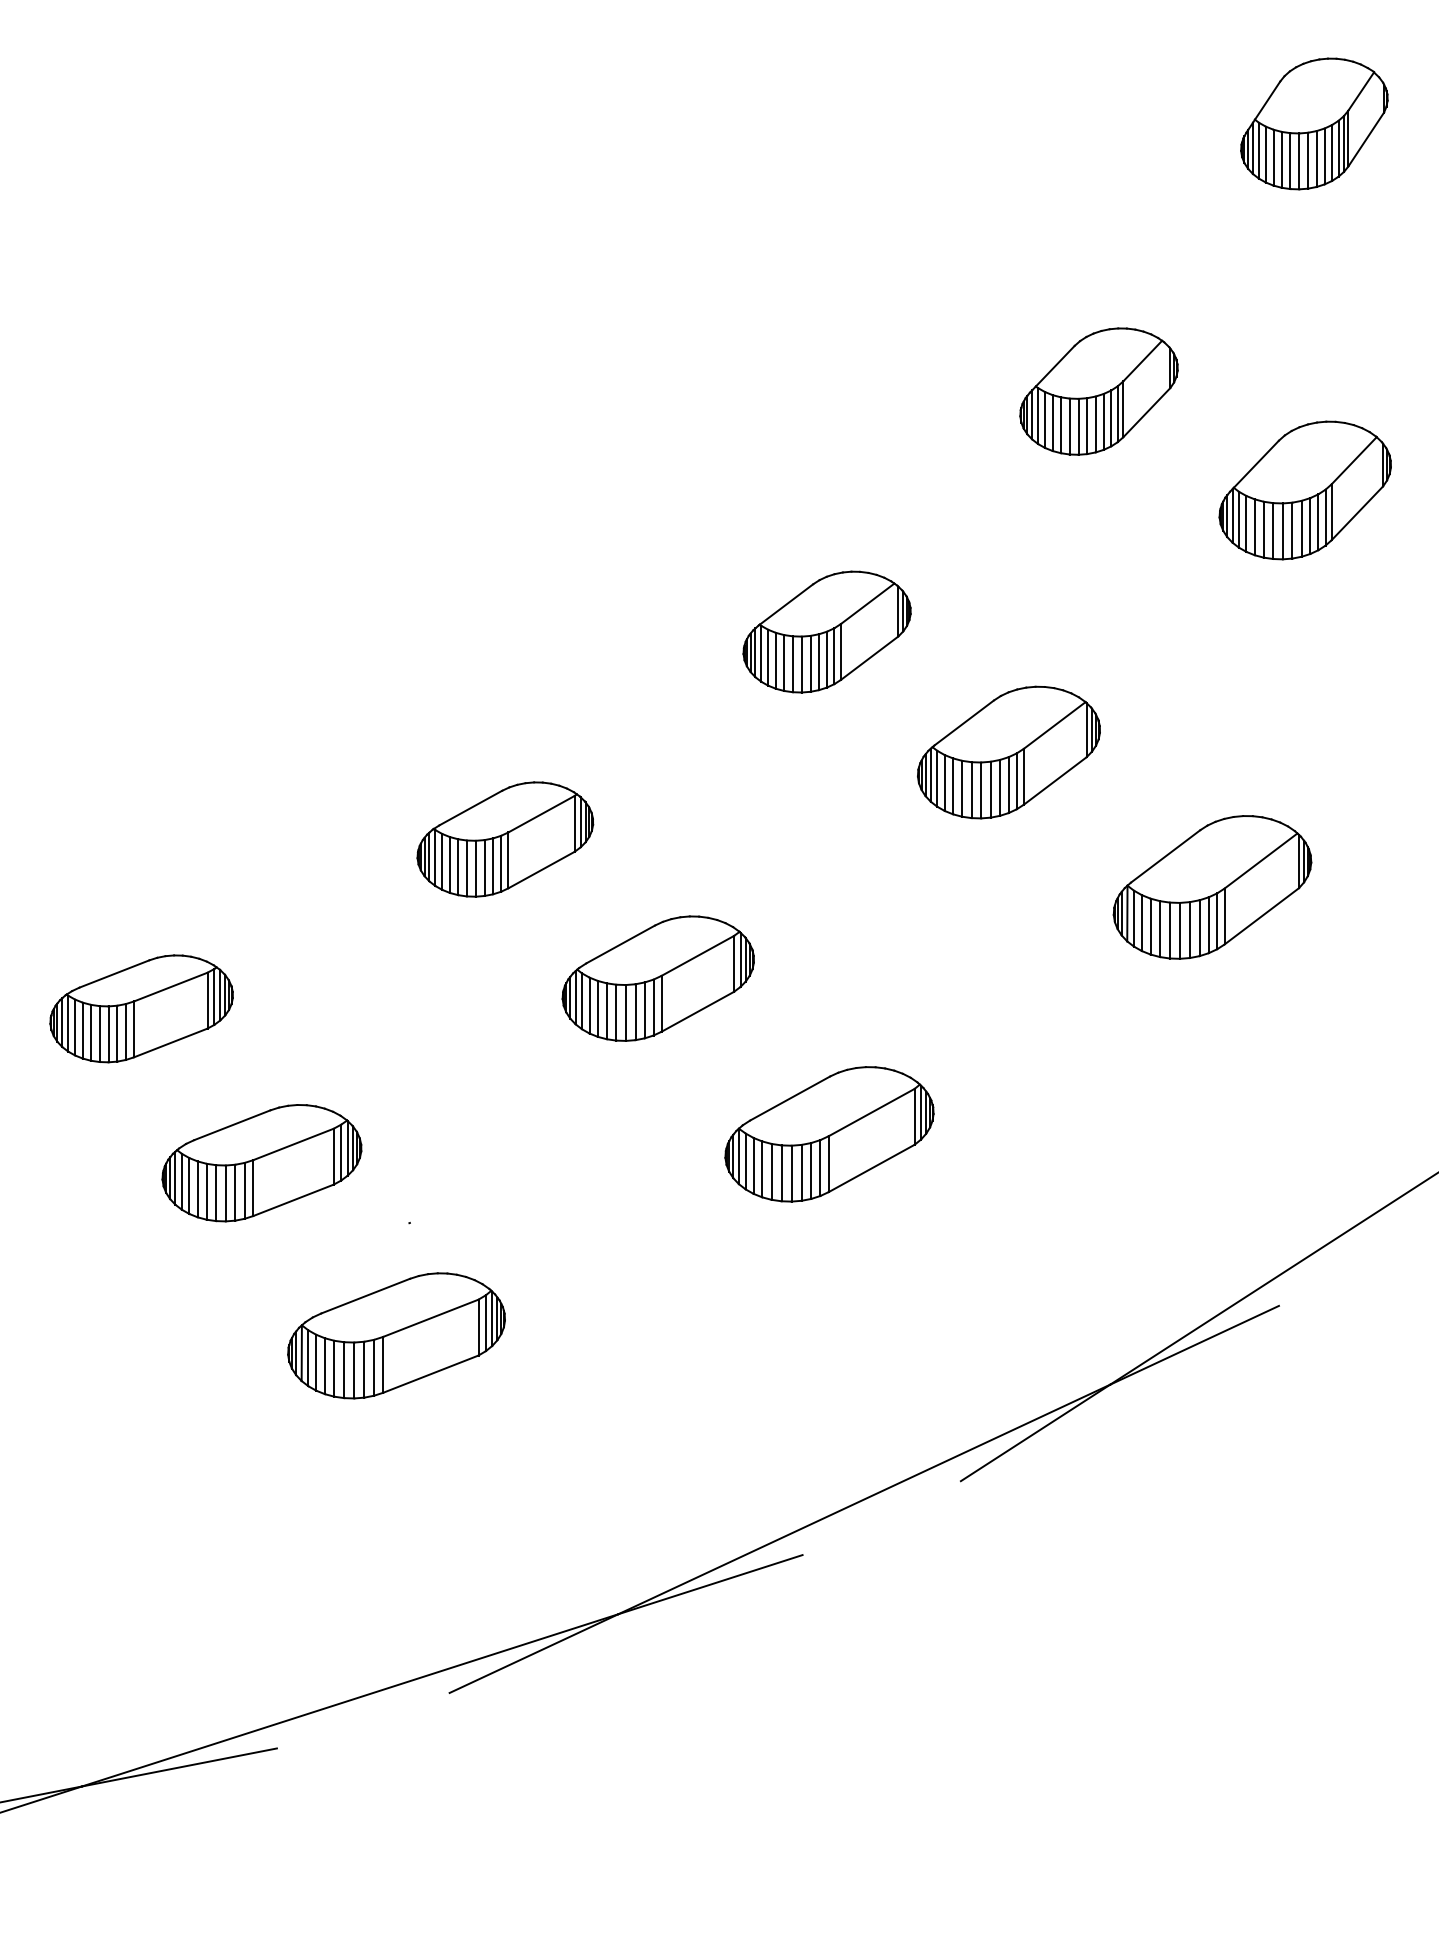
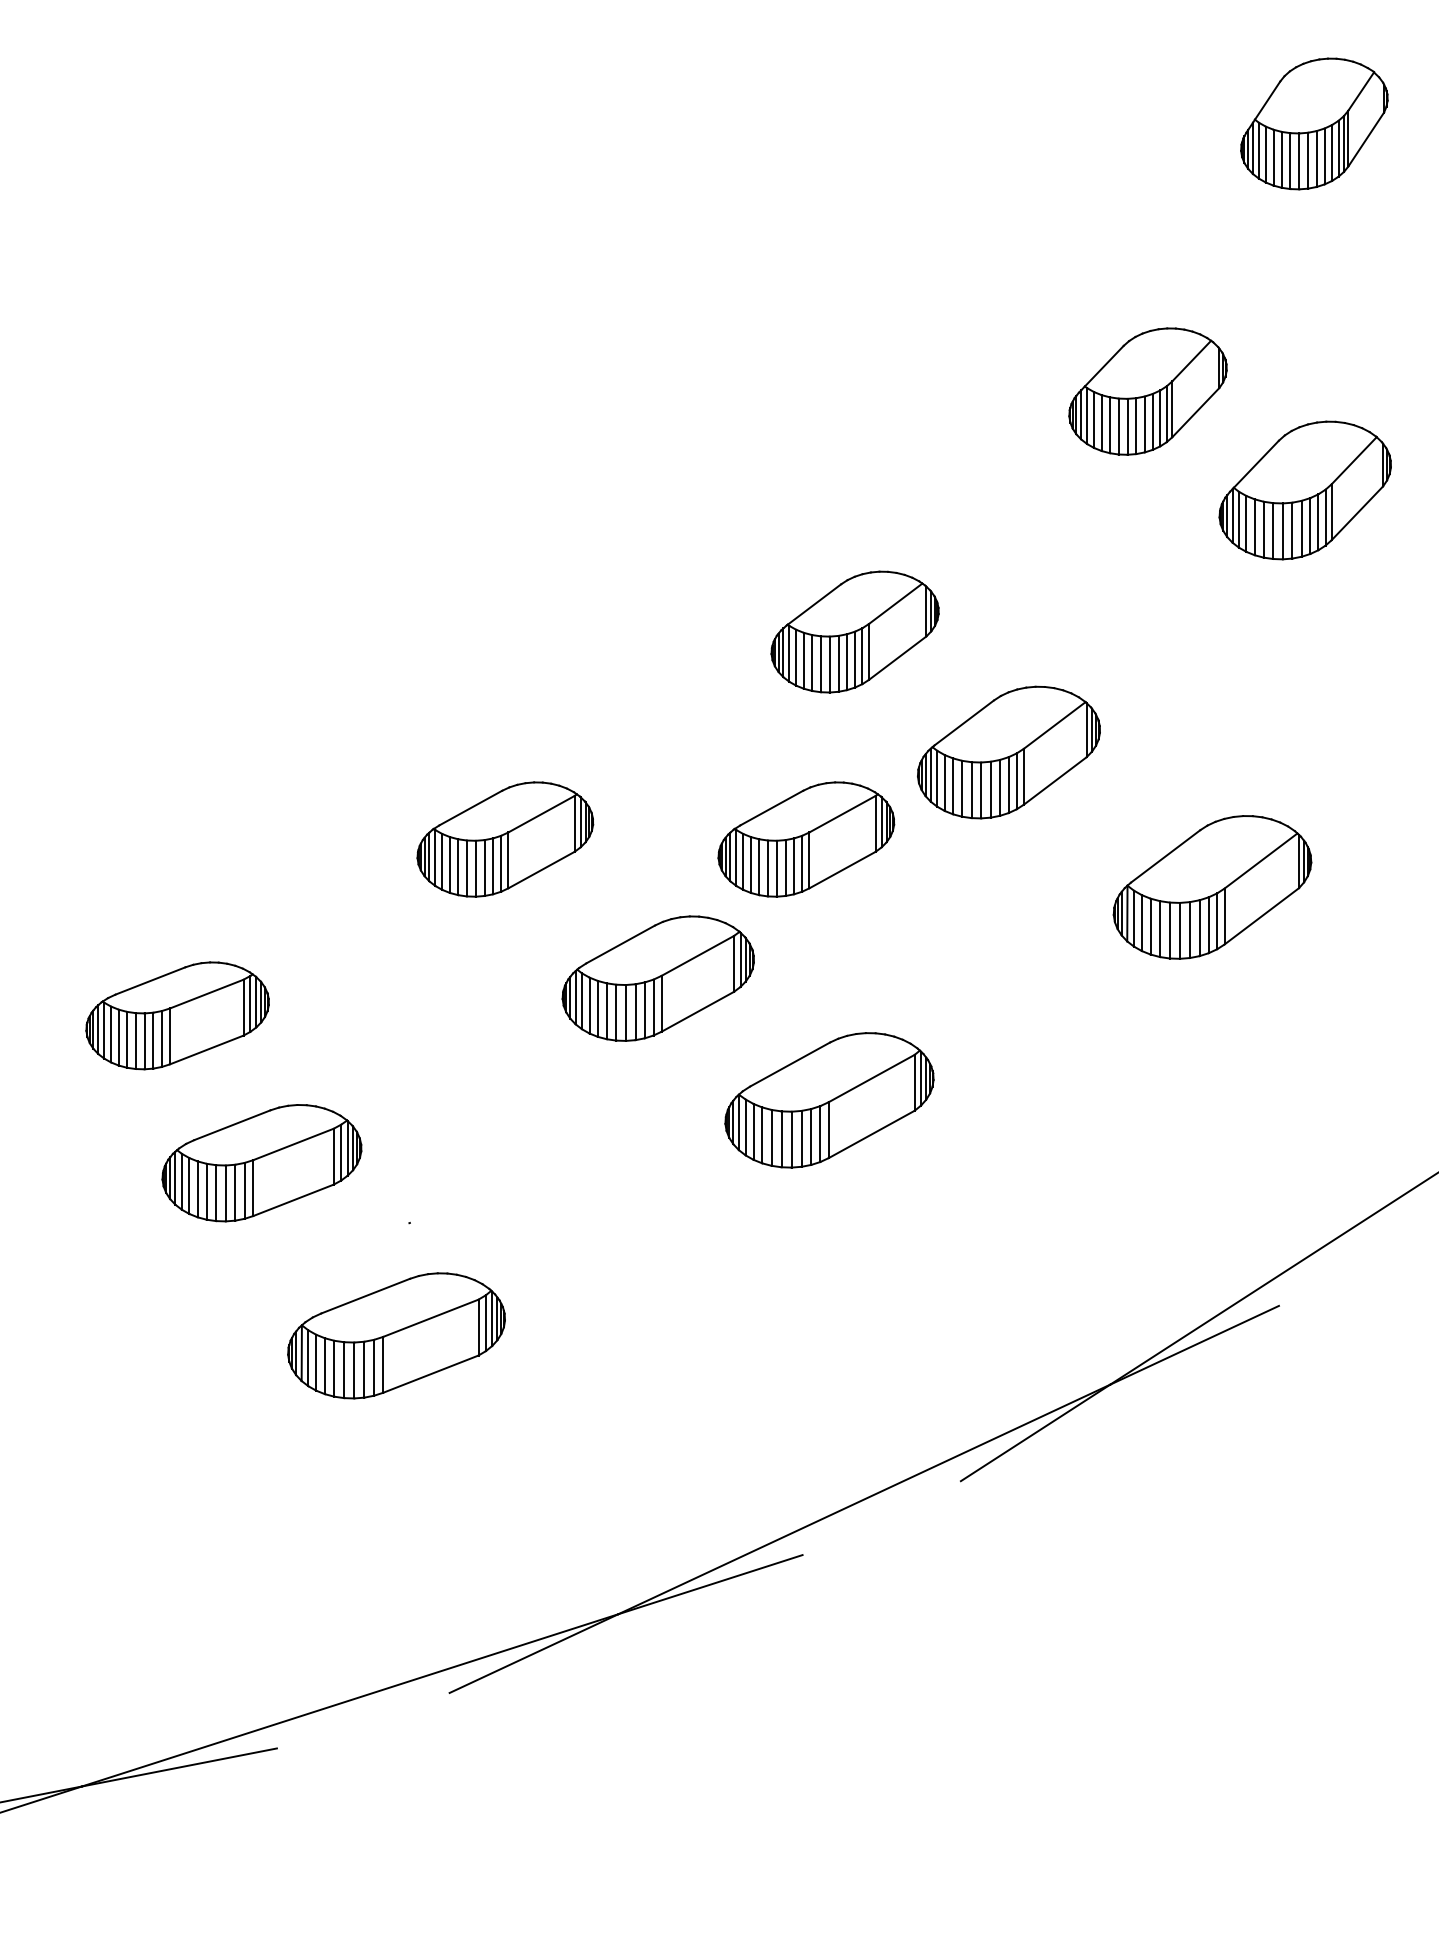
part at (1098, 391) position: (1098, 391) -> (1147, 391)
part at (826, 631) position: (826, 631) -> (854, 631)
part at (806, 839): none -> present
part at (141, 1008) position: (141, 1008) -> (177, 1015)
part at (829, 1134) position: (829, 1134) -> (829, 1100)
